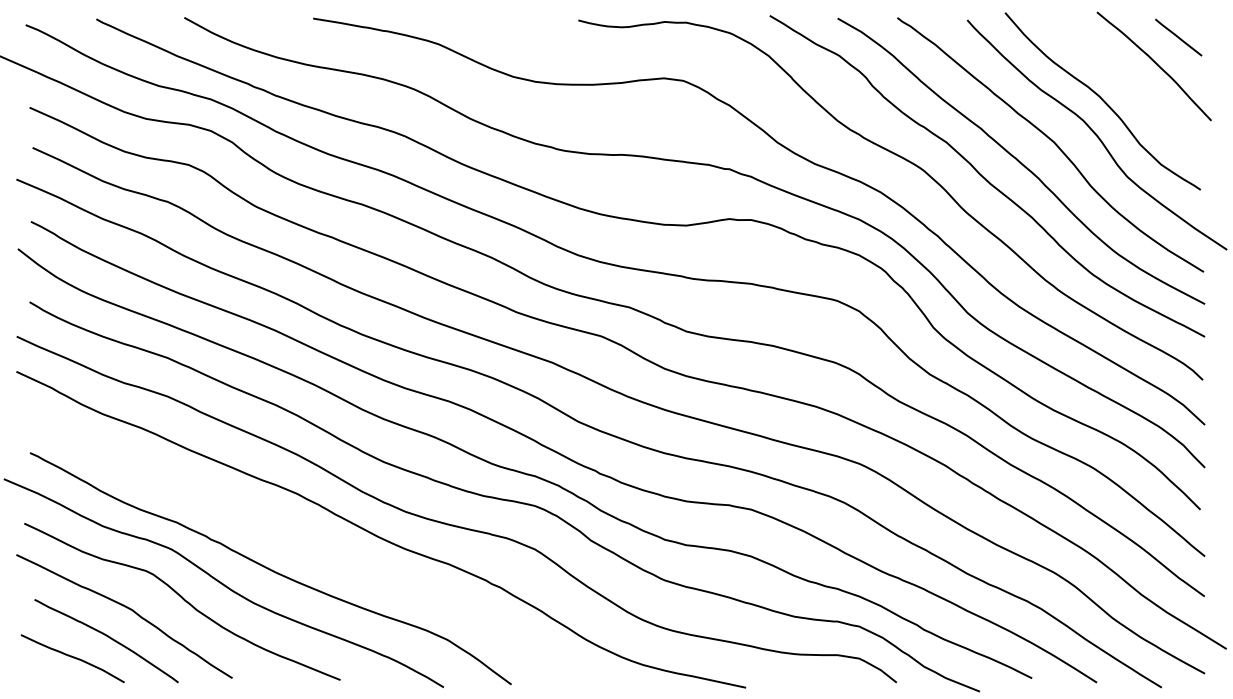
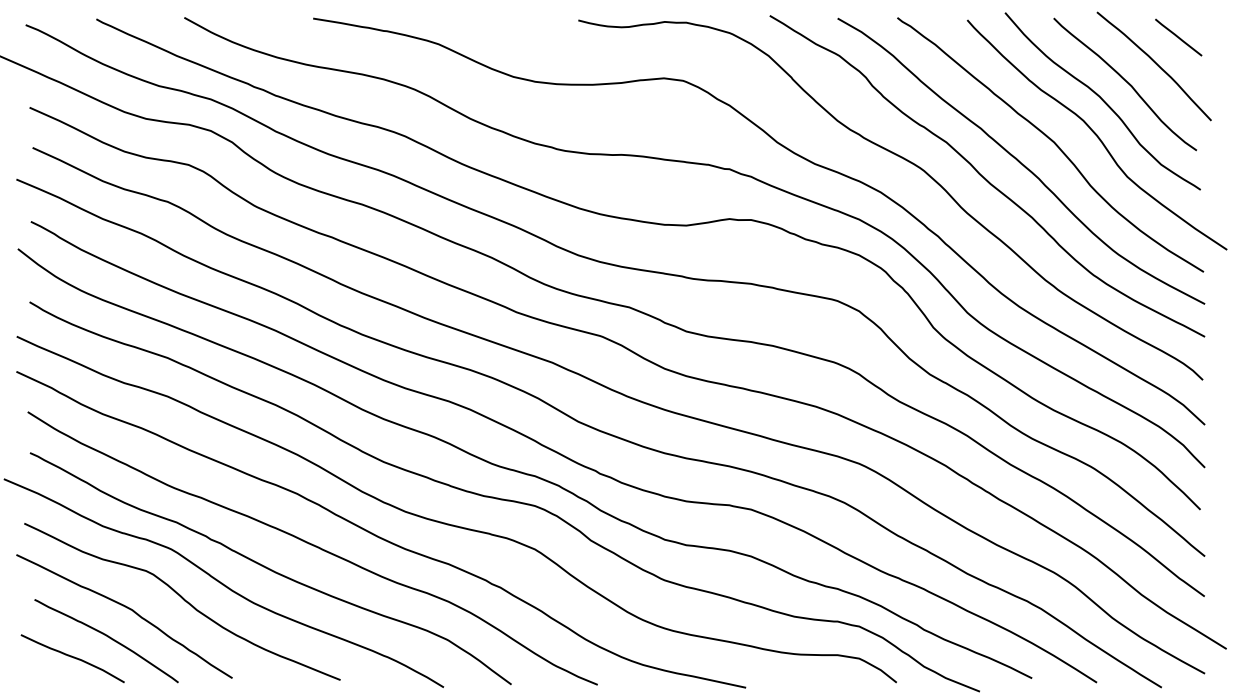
curve at (1126, 82): none -> present
curve at (313, 546): none -> present
